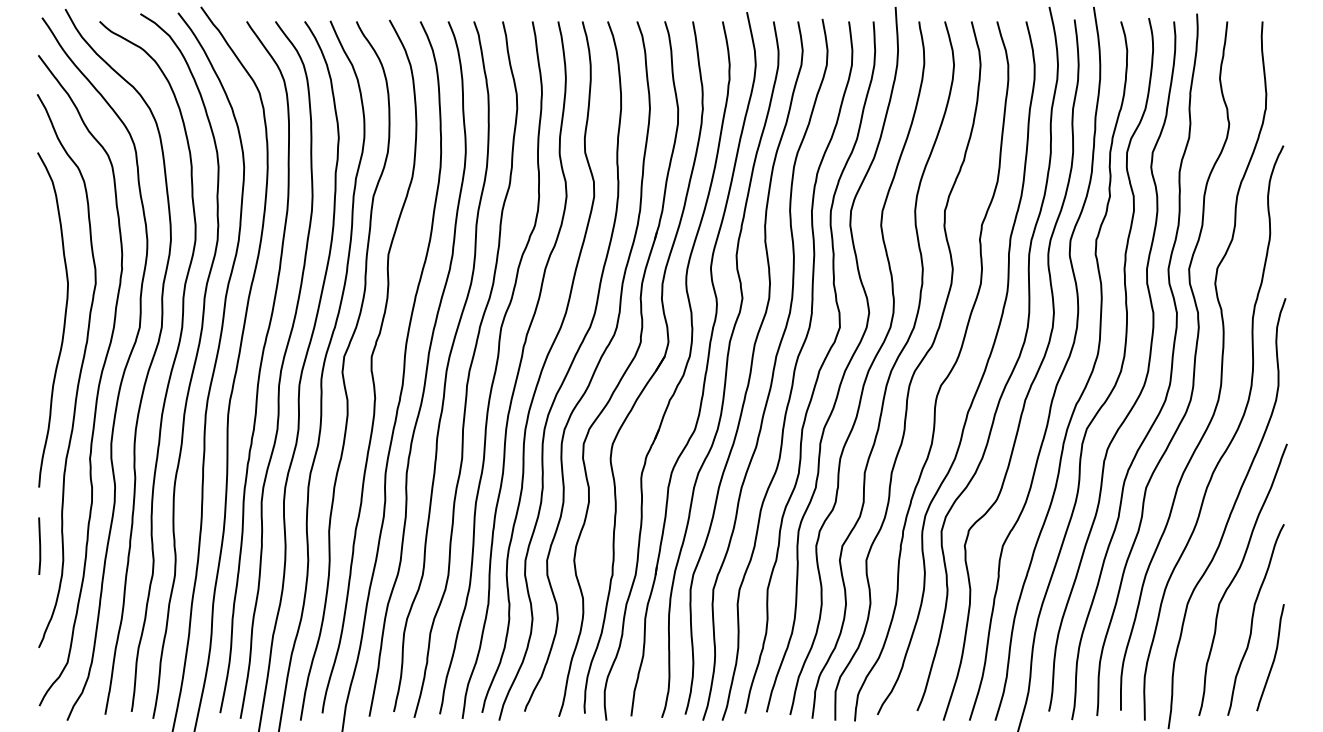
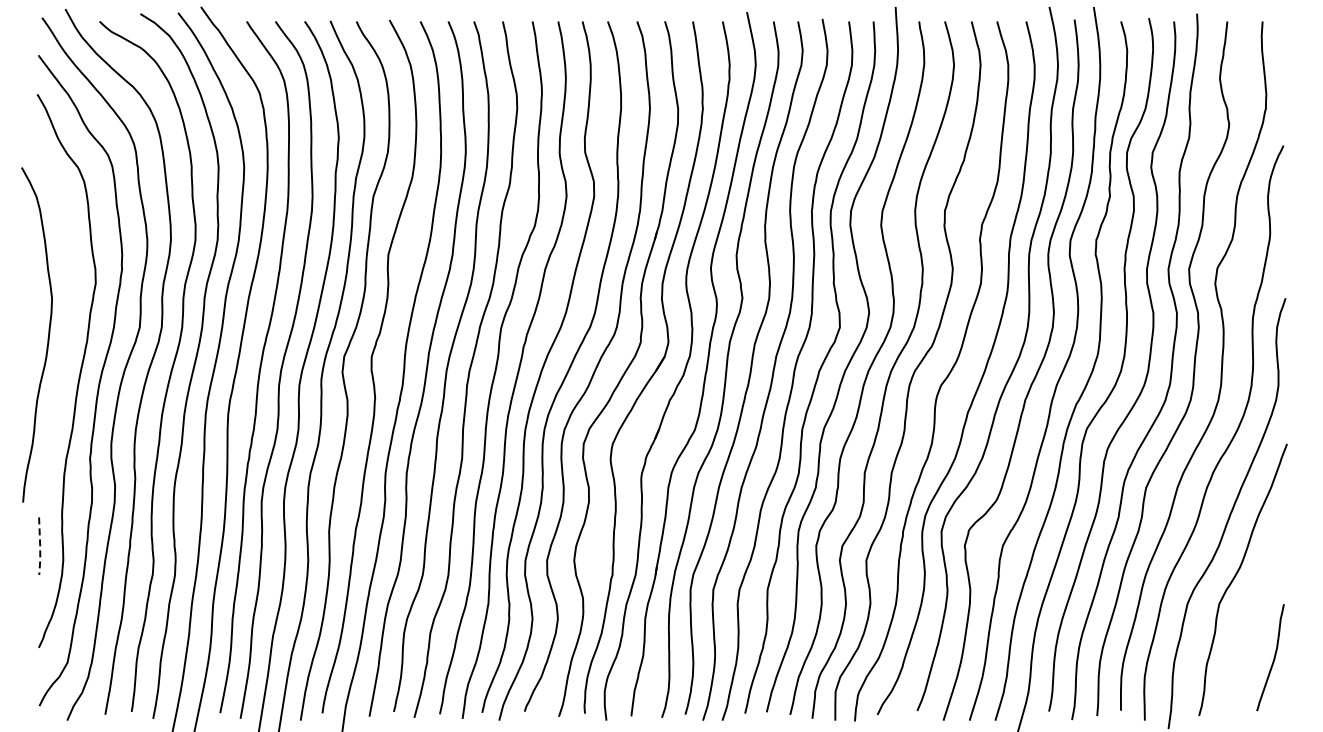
curve at (63, 322) position: (63, 322) -> (47, 337)
line at (40, 546): solid -> dashed
curve at (1253, 619): present -> none
